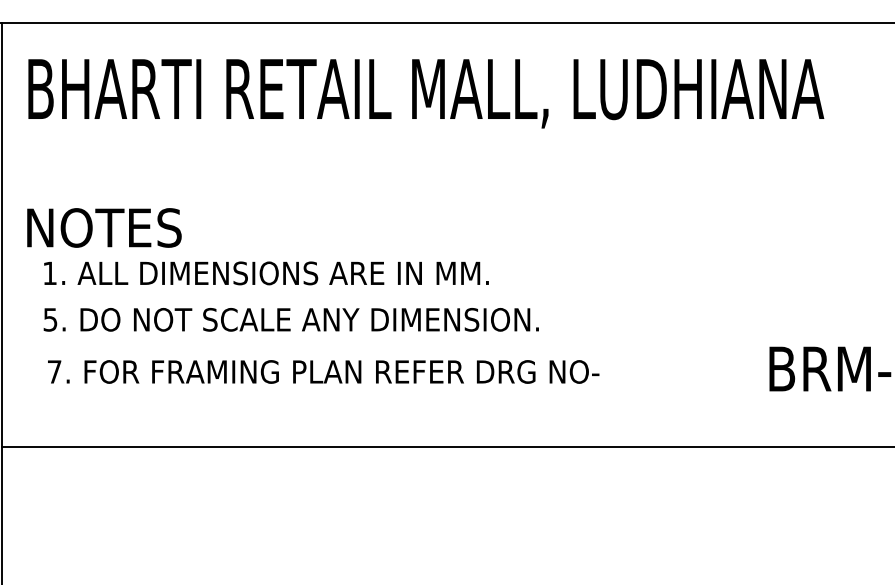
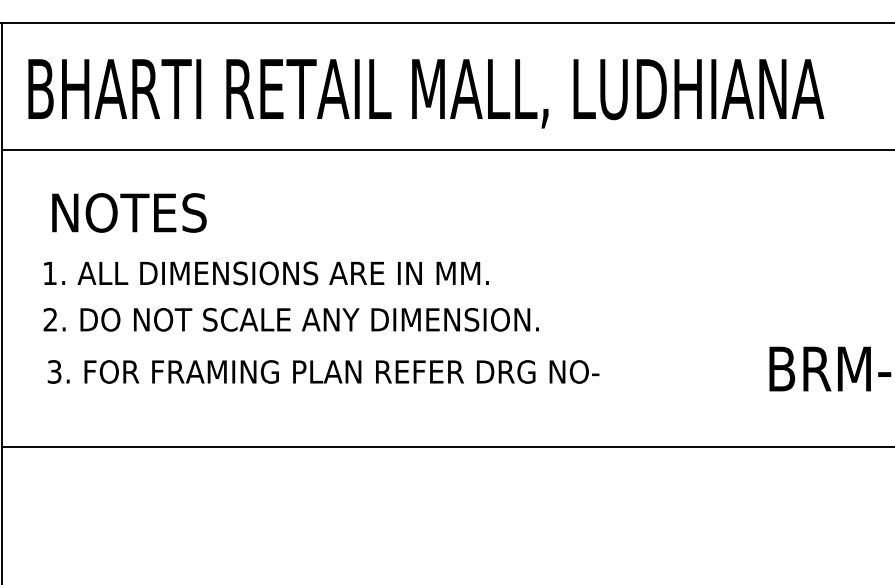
line at (446, 150): none -> present
text at (104, 227) position: (104, 227) -> (129, 212)
text at (50, 319): 5. -> 2.
text at (54, 371): 7. -> 3.
